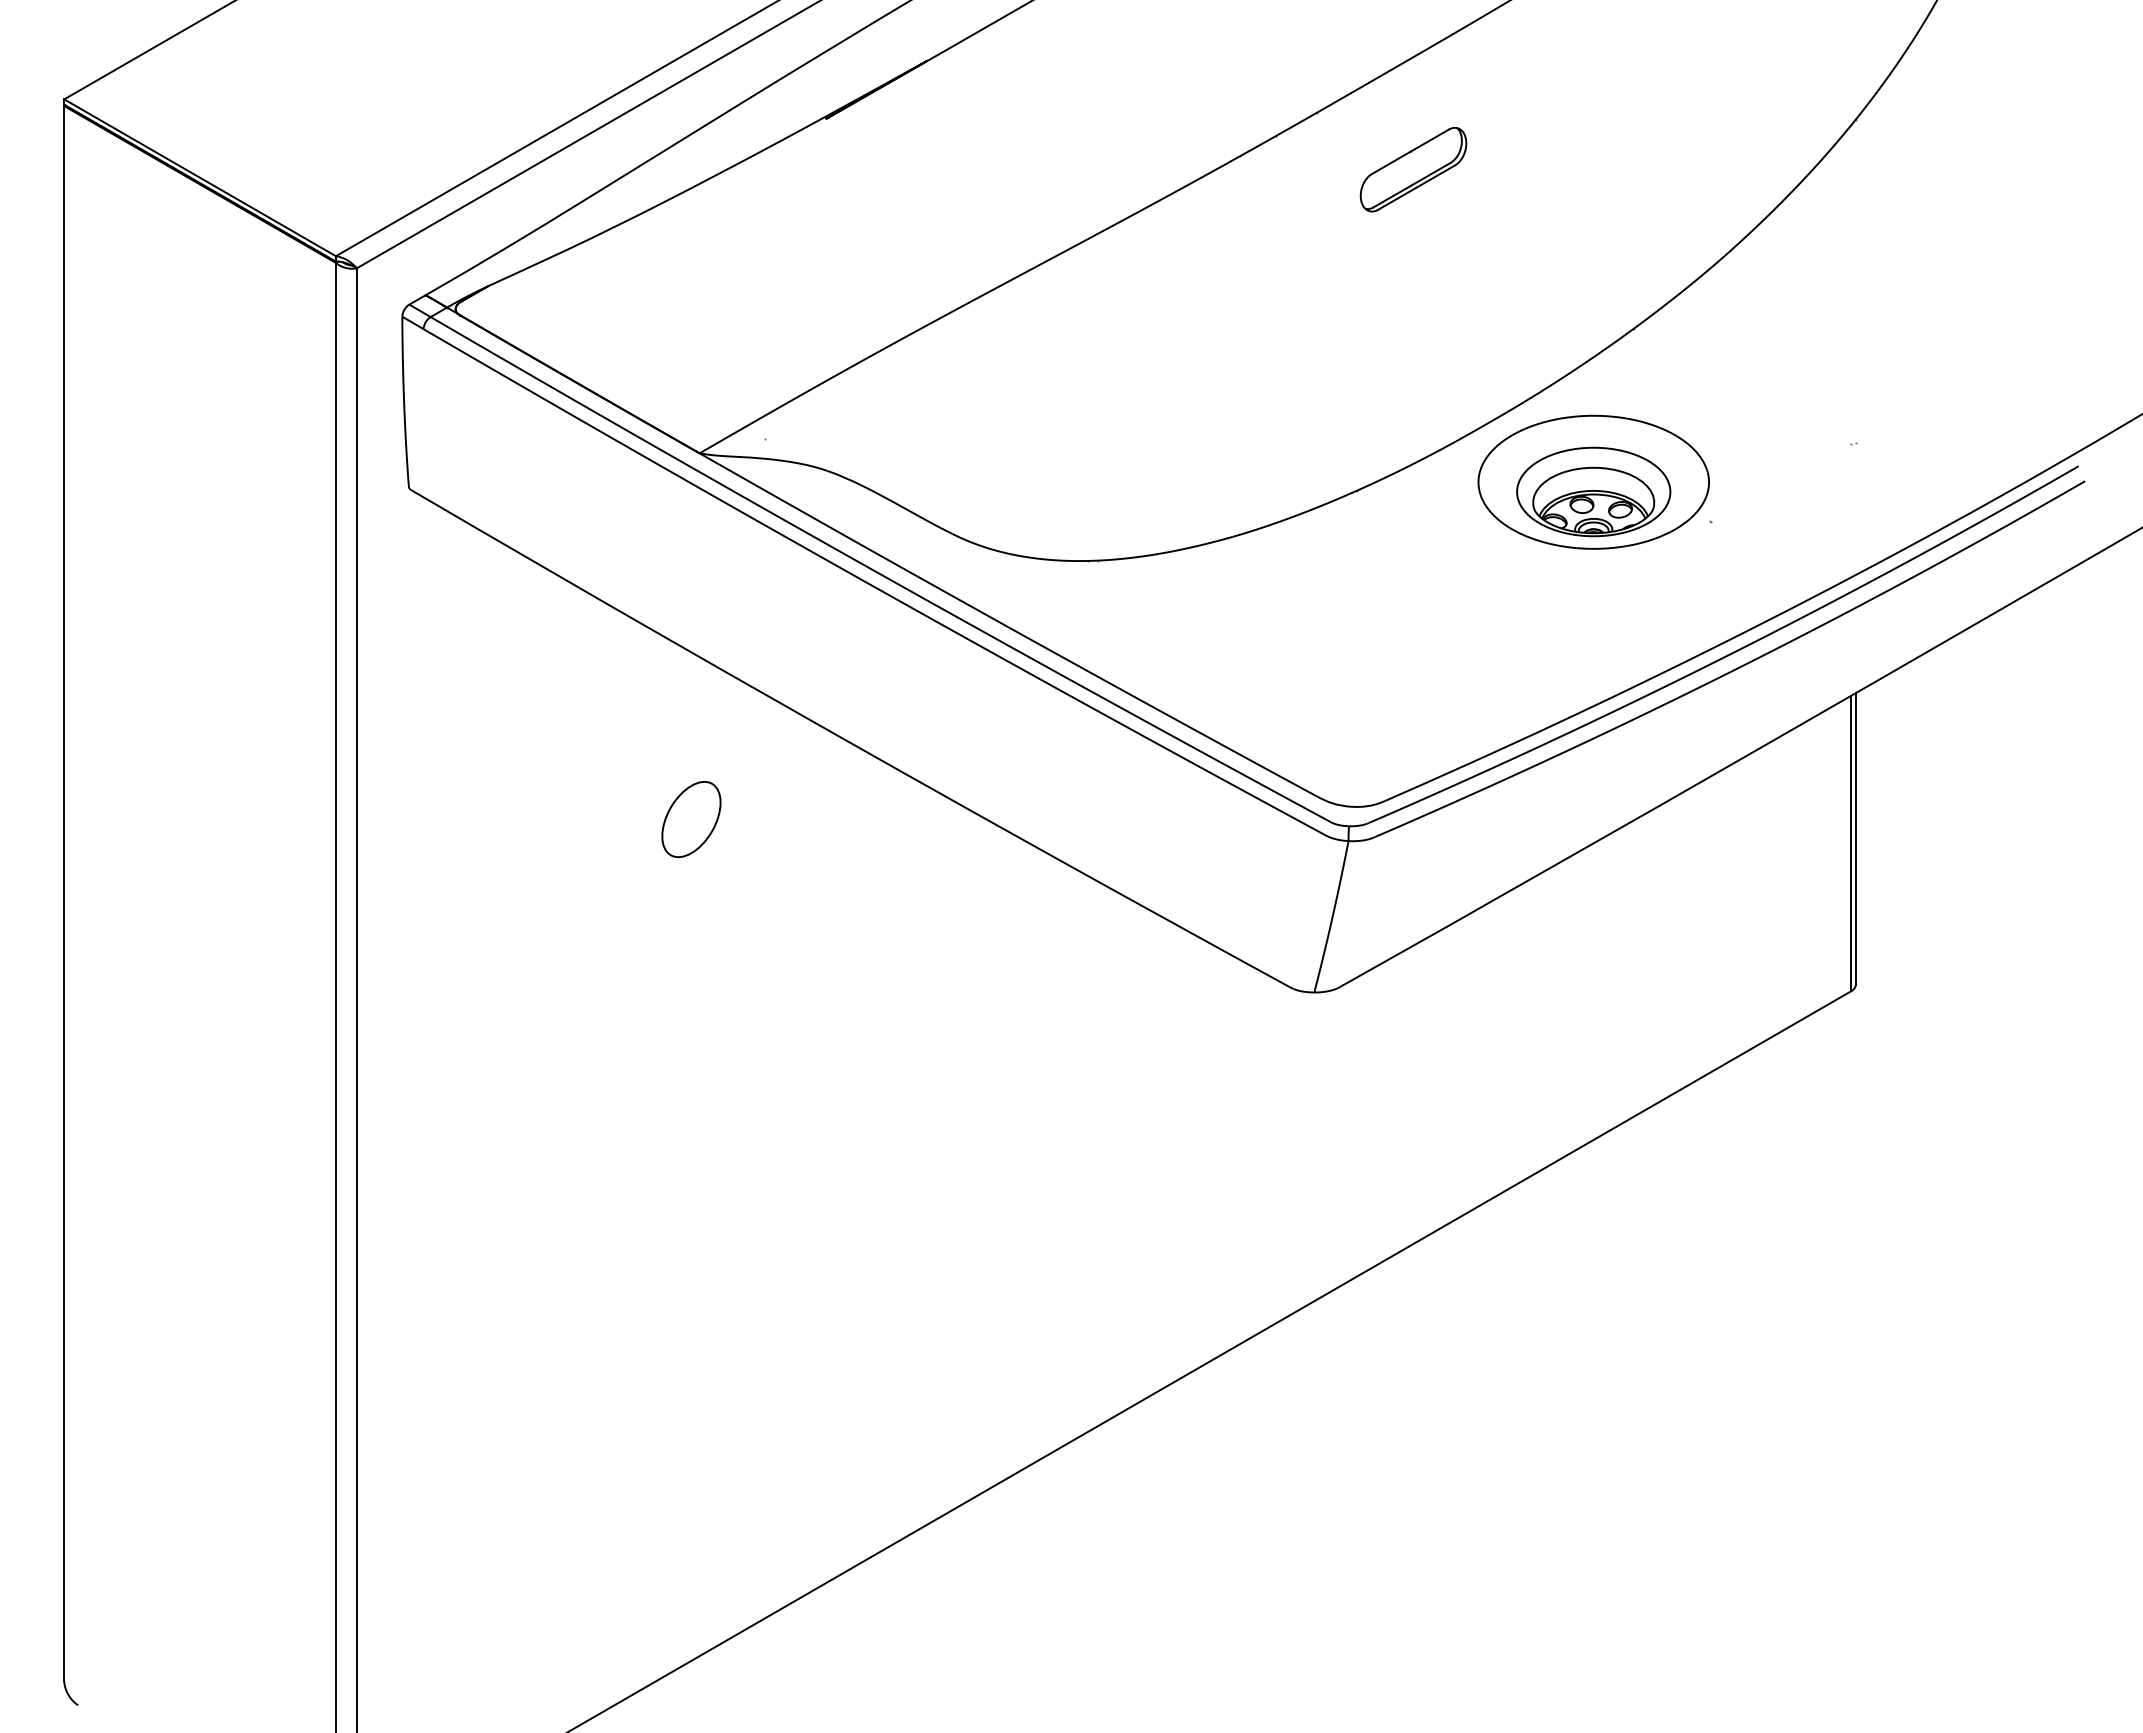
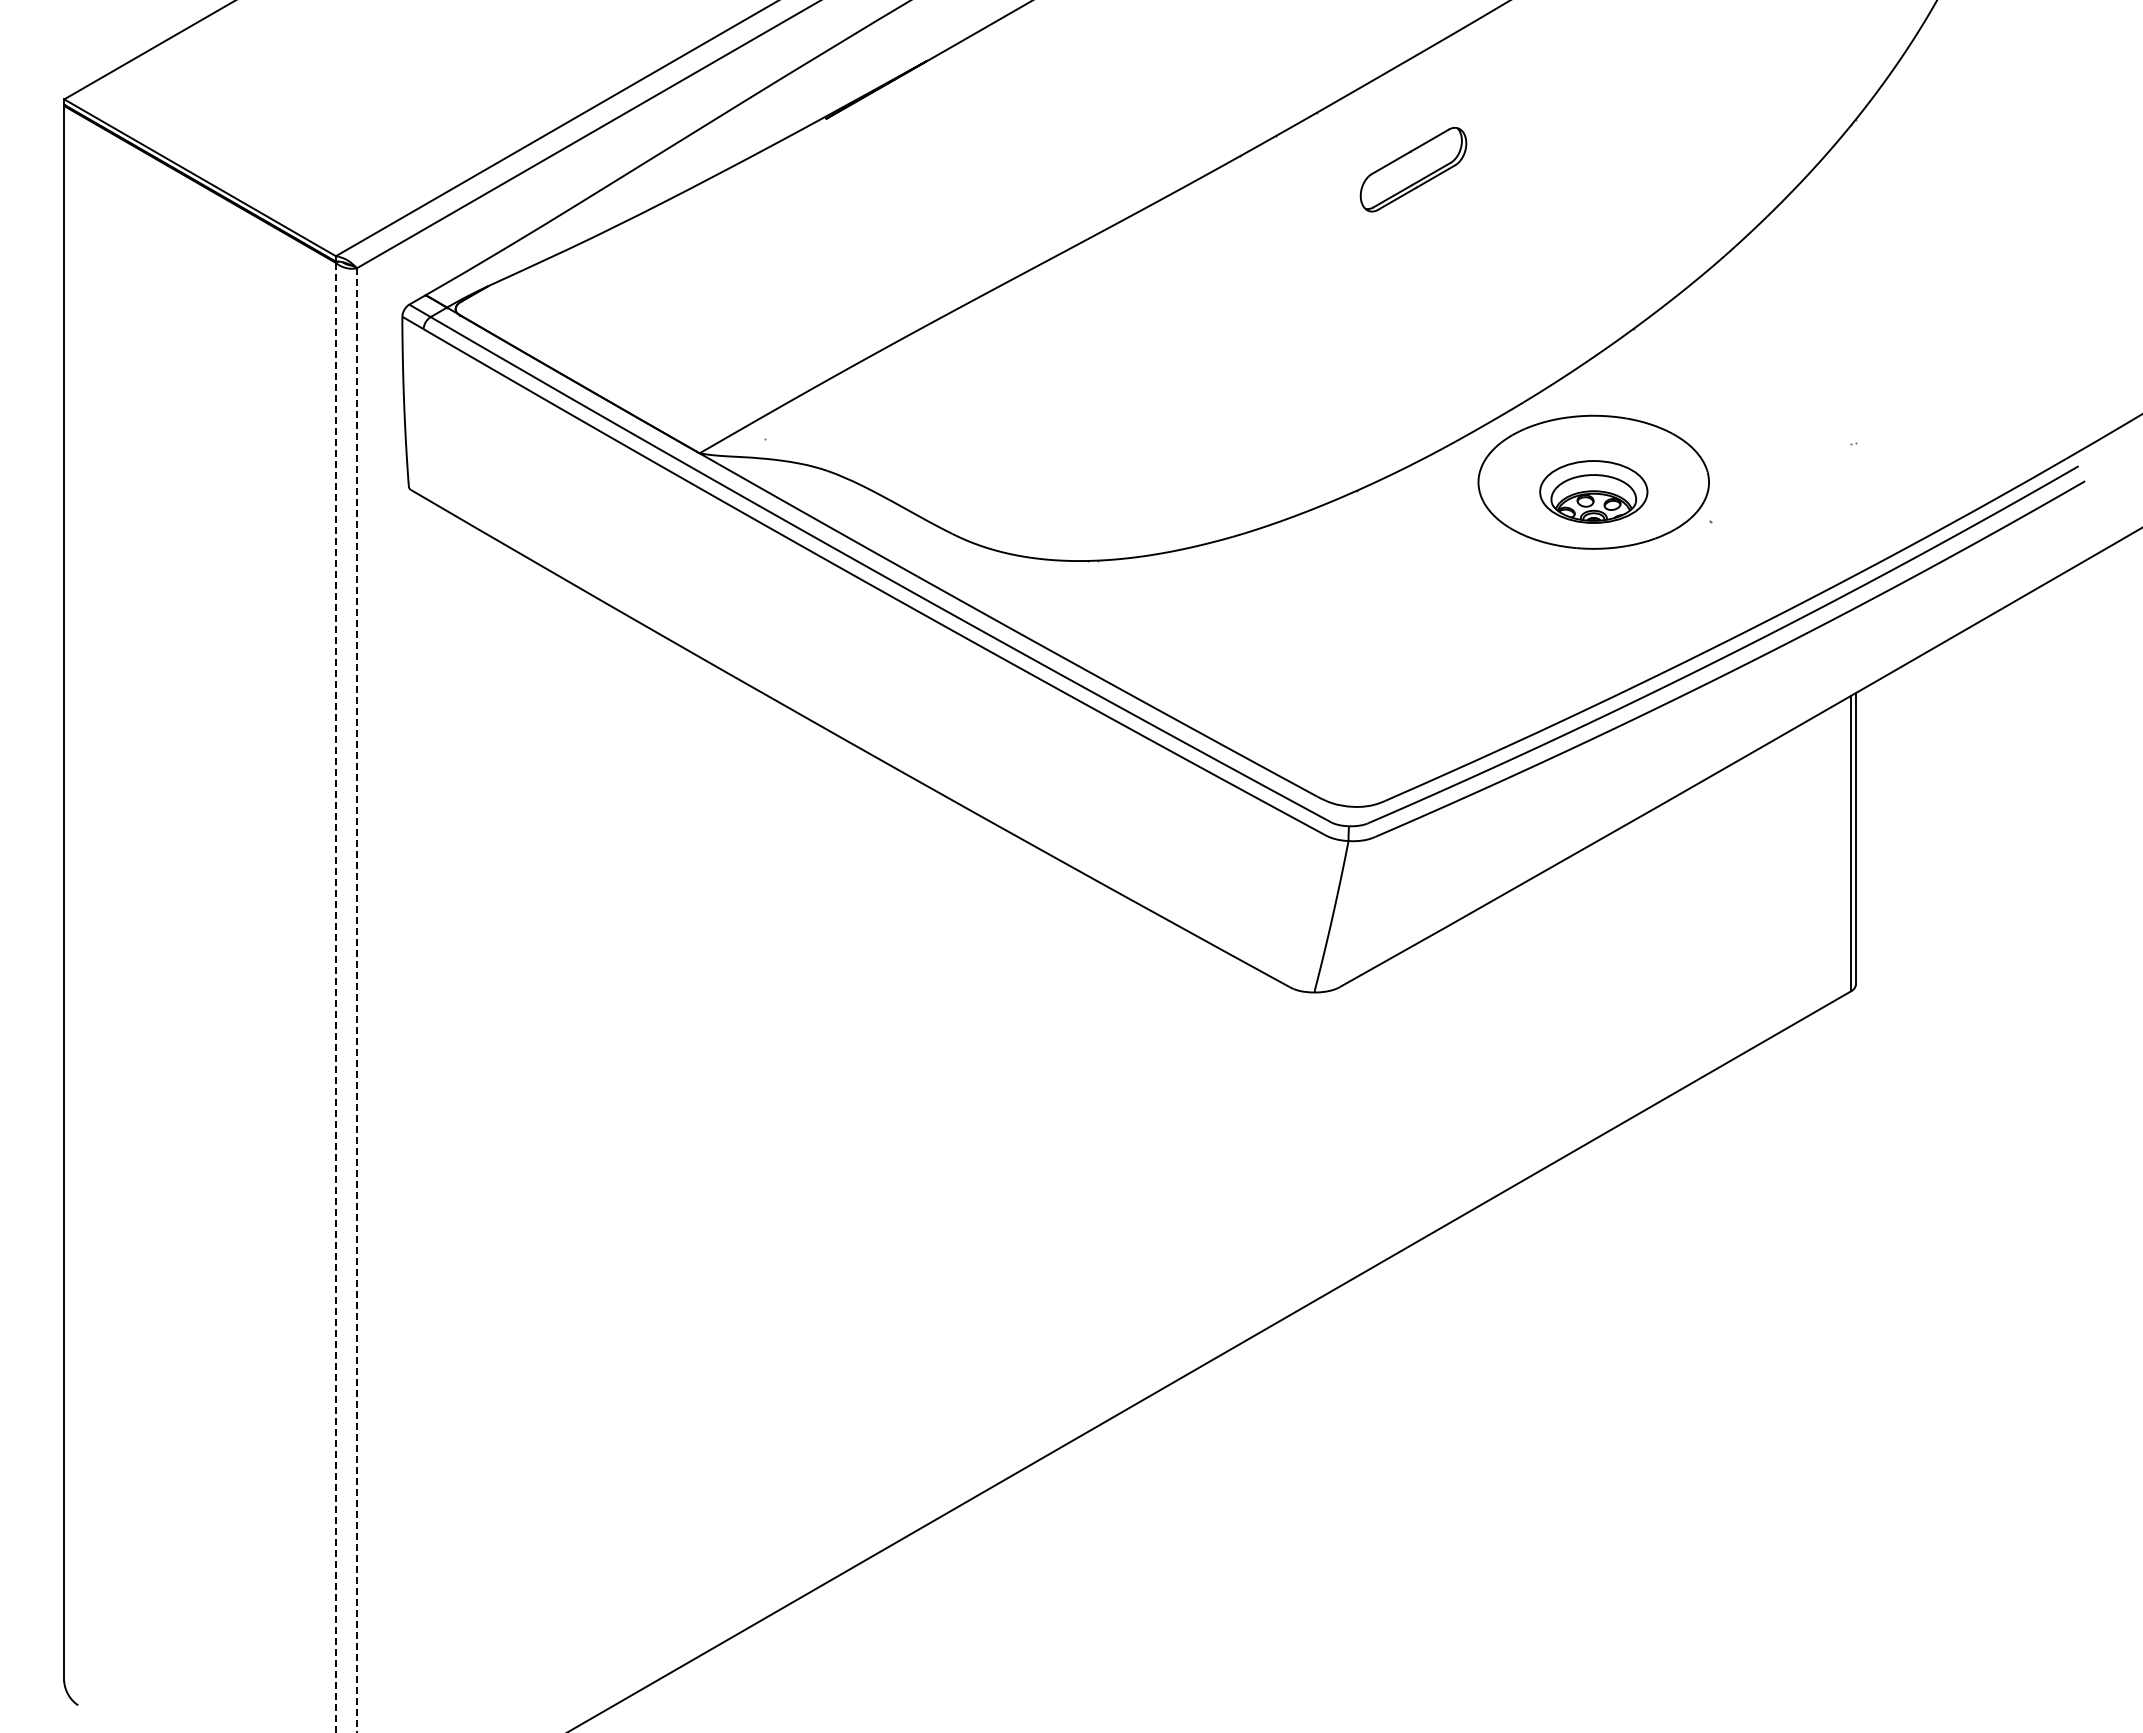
part at (1593, 491) size: 156x92 px -> 110x64 px
part at (691, 819): present -> none
line at (335, 997): solid -> dashed
line at (356, 1000): solid -> dashed
